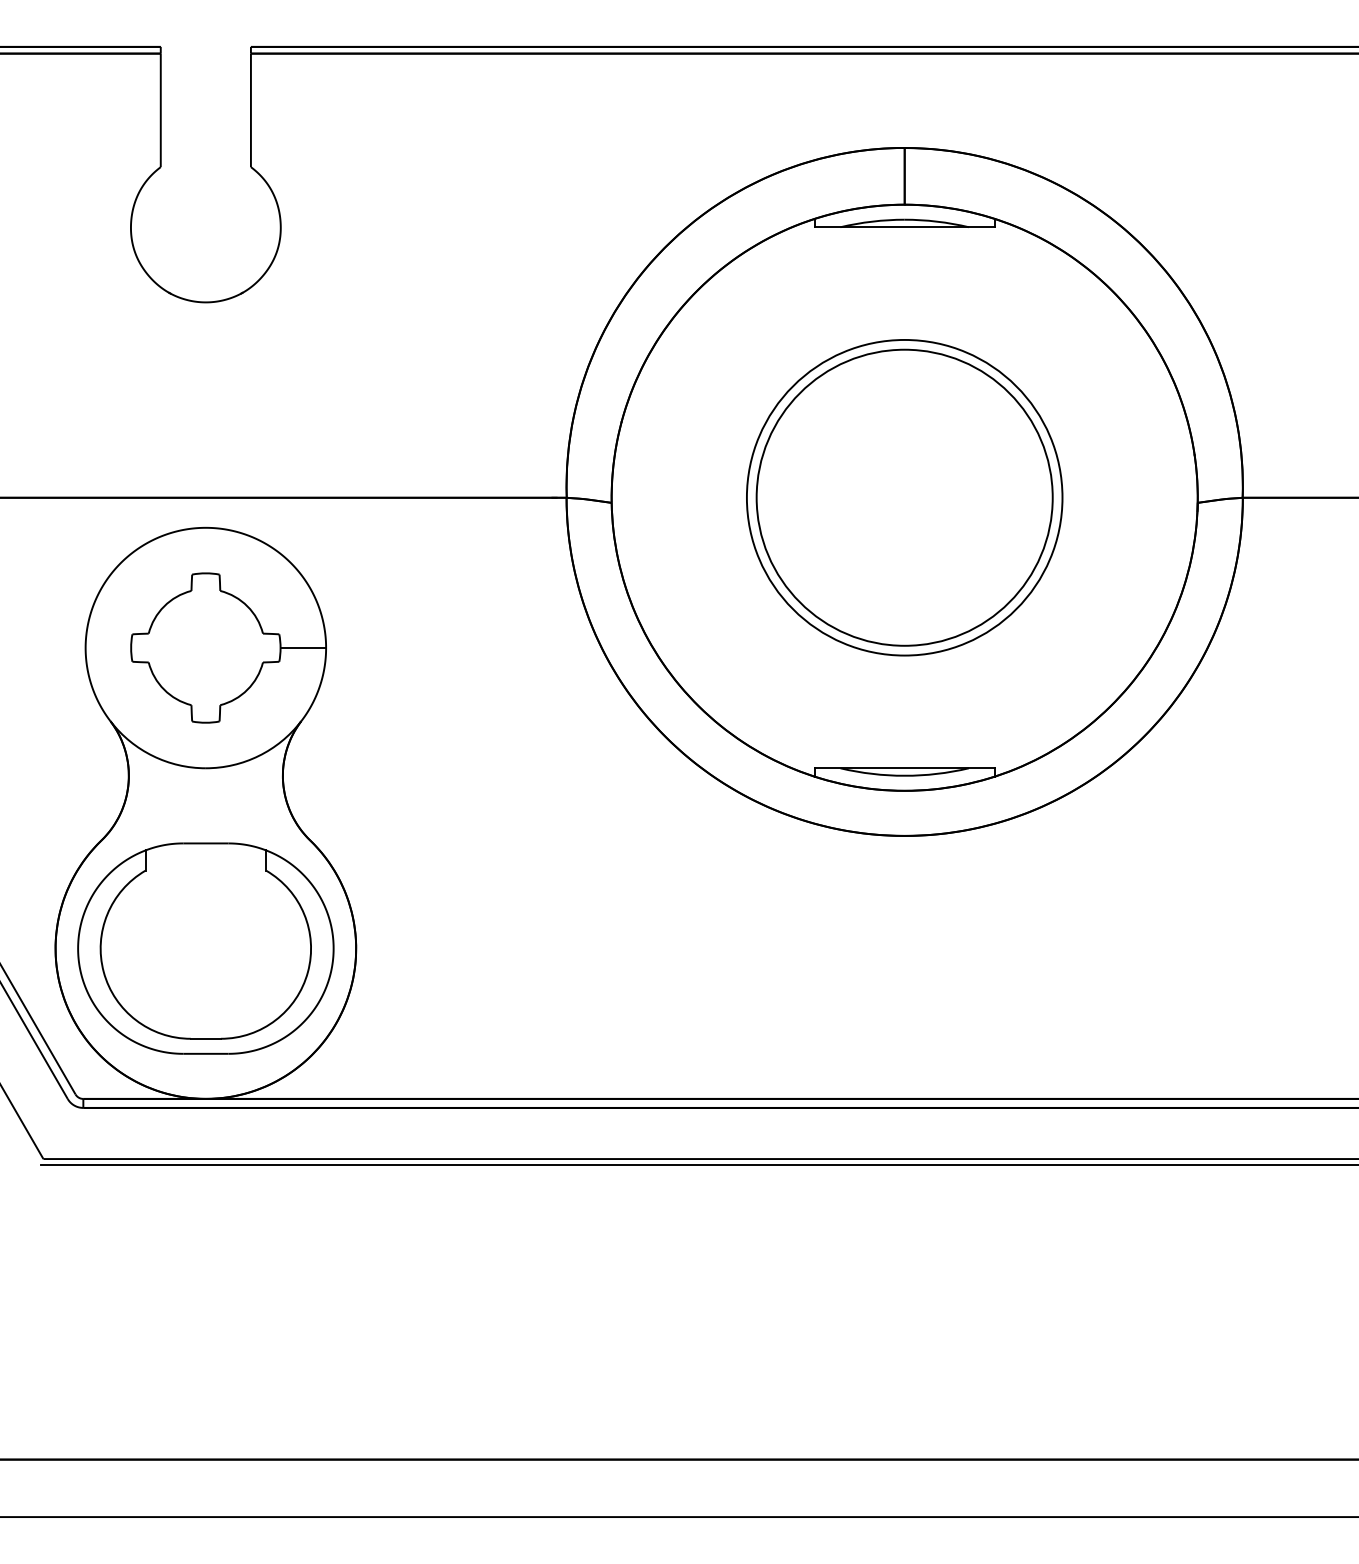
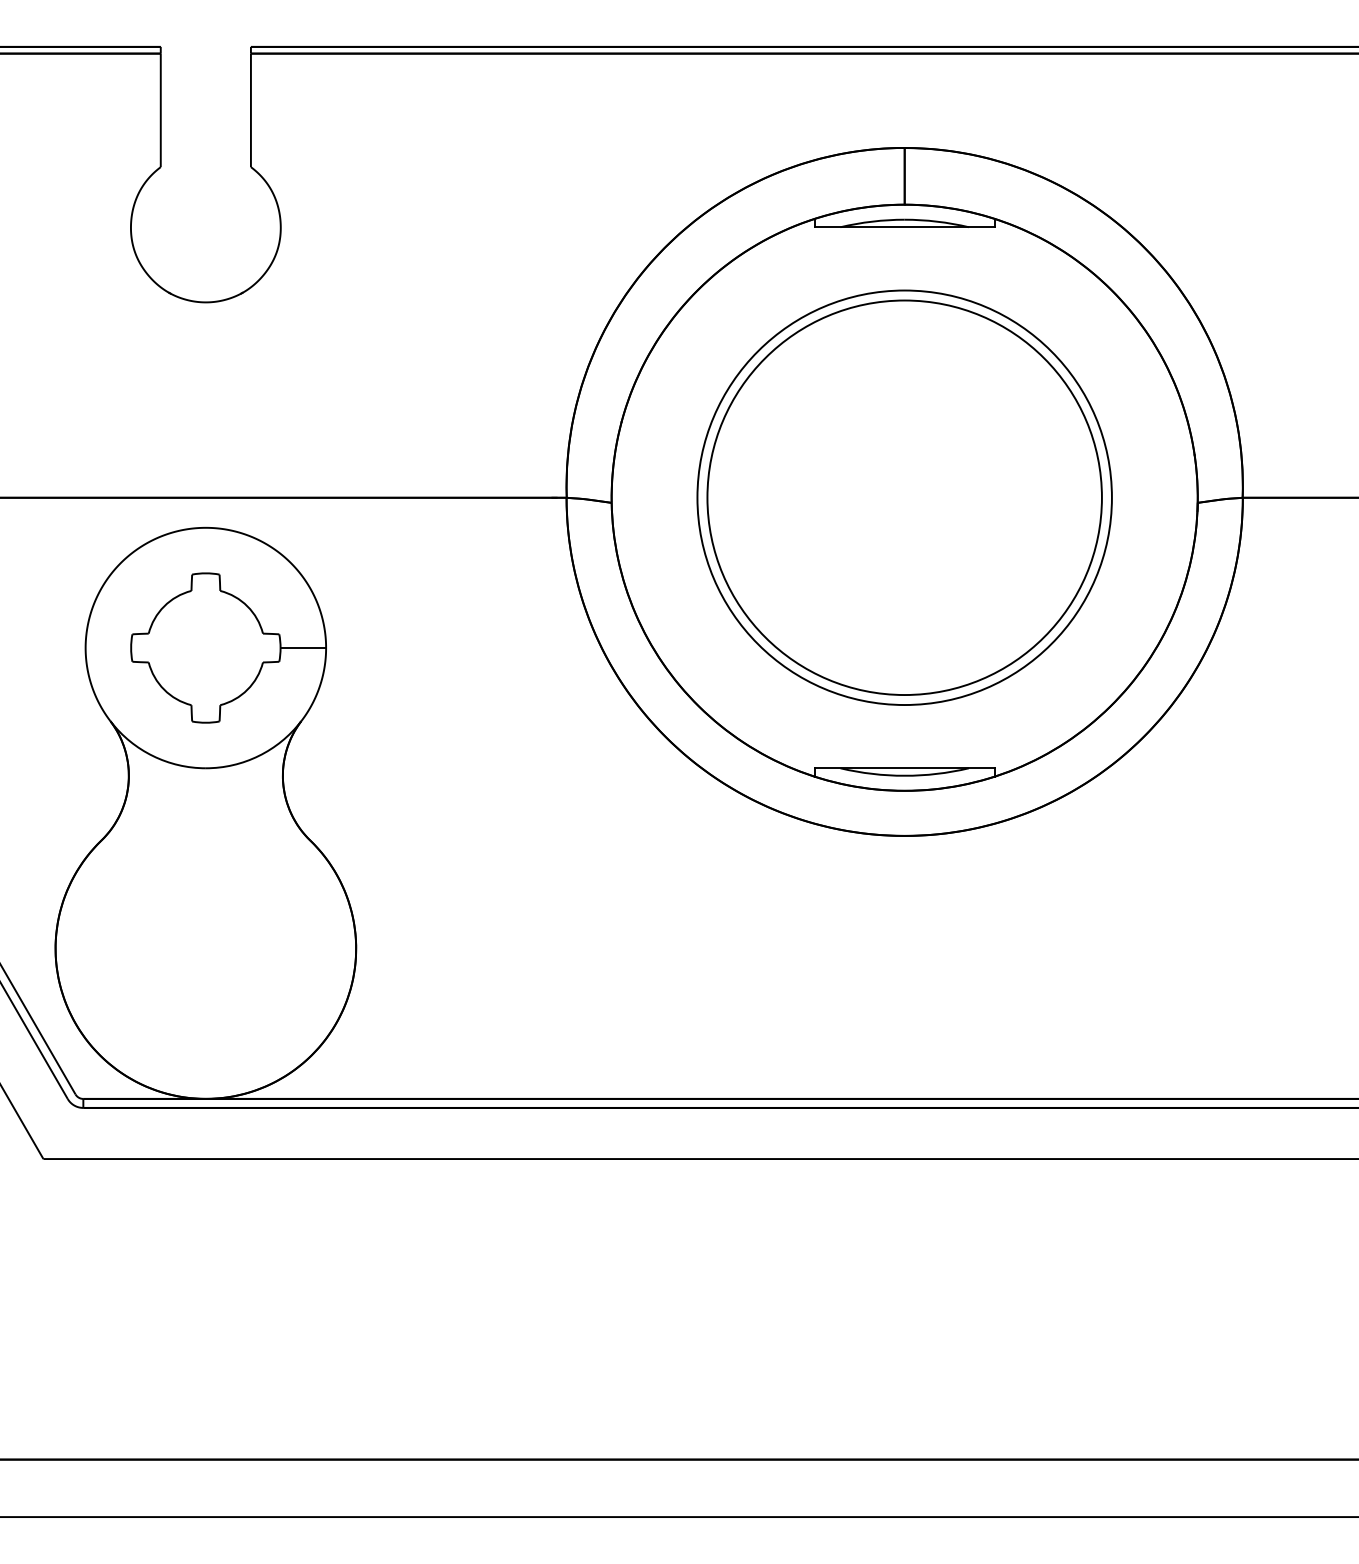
circle at (904, 497) diameter: 296 px -> 414 px
circle at (904, 497) diameter: 316 px -> 395 px
part at (205, 948): present -> none
line at (698, 1165): present -> none
